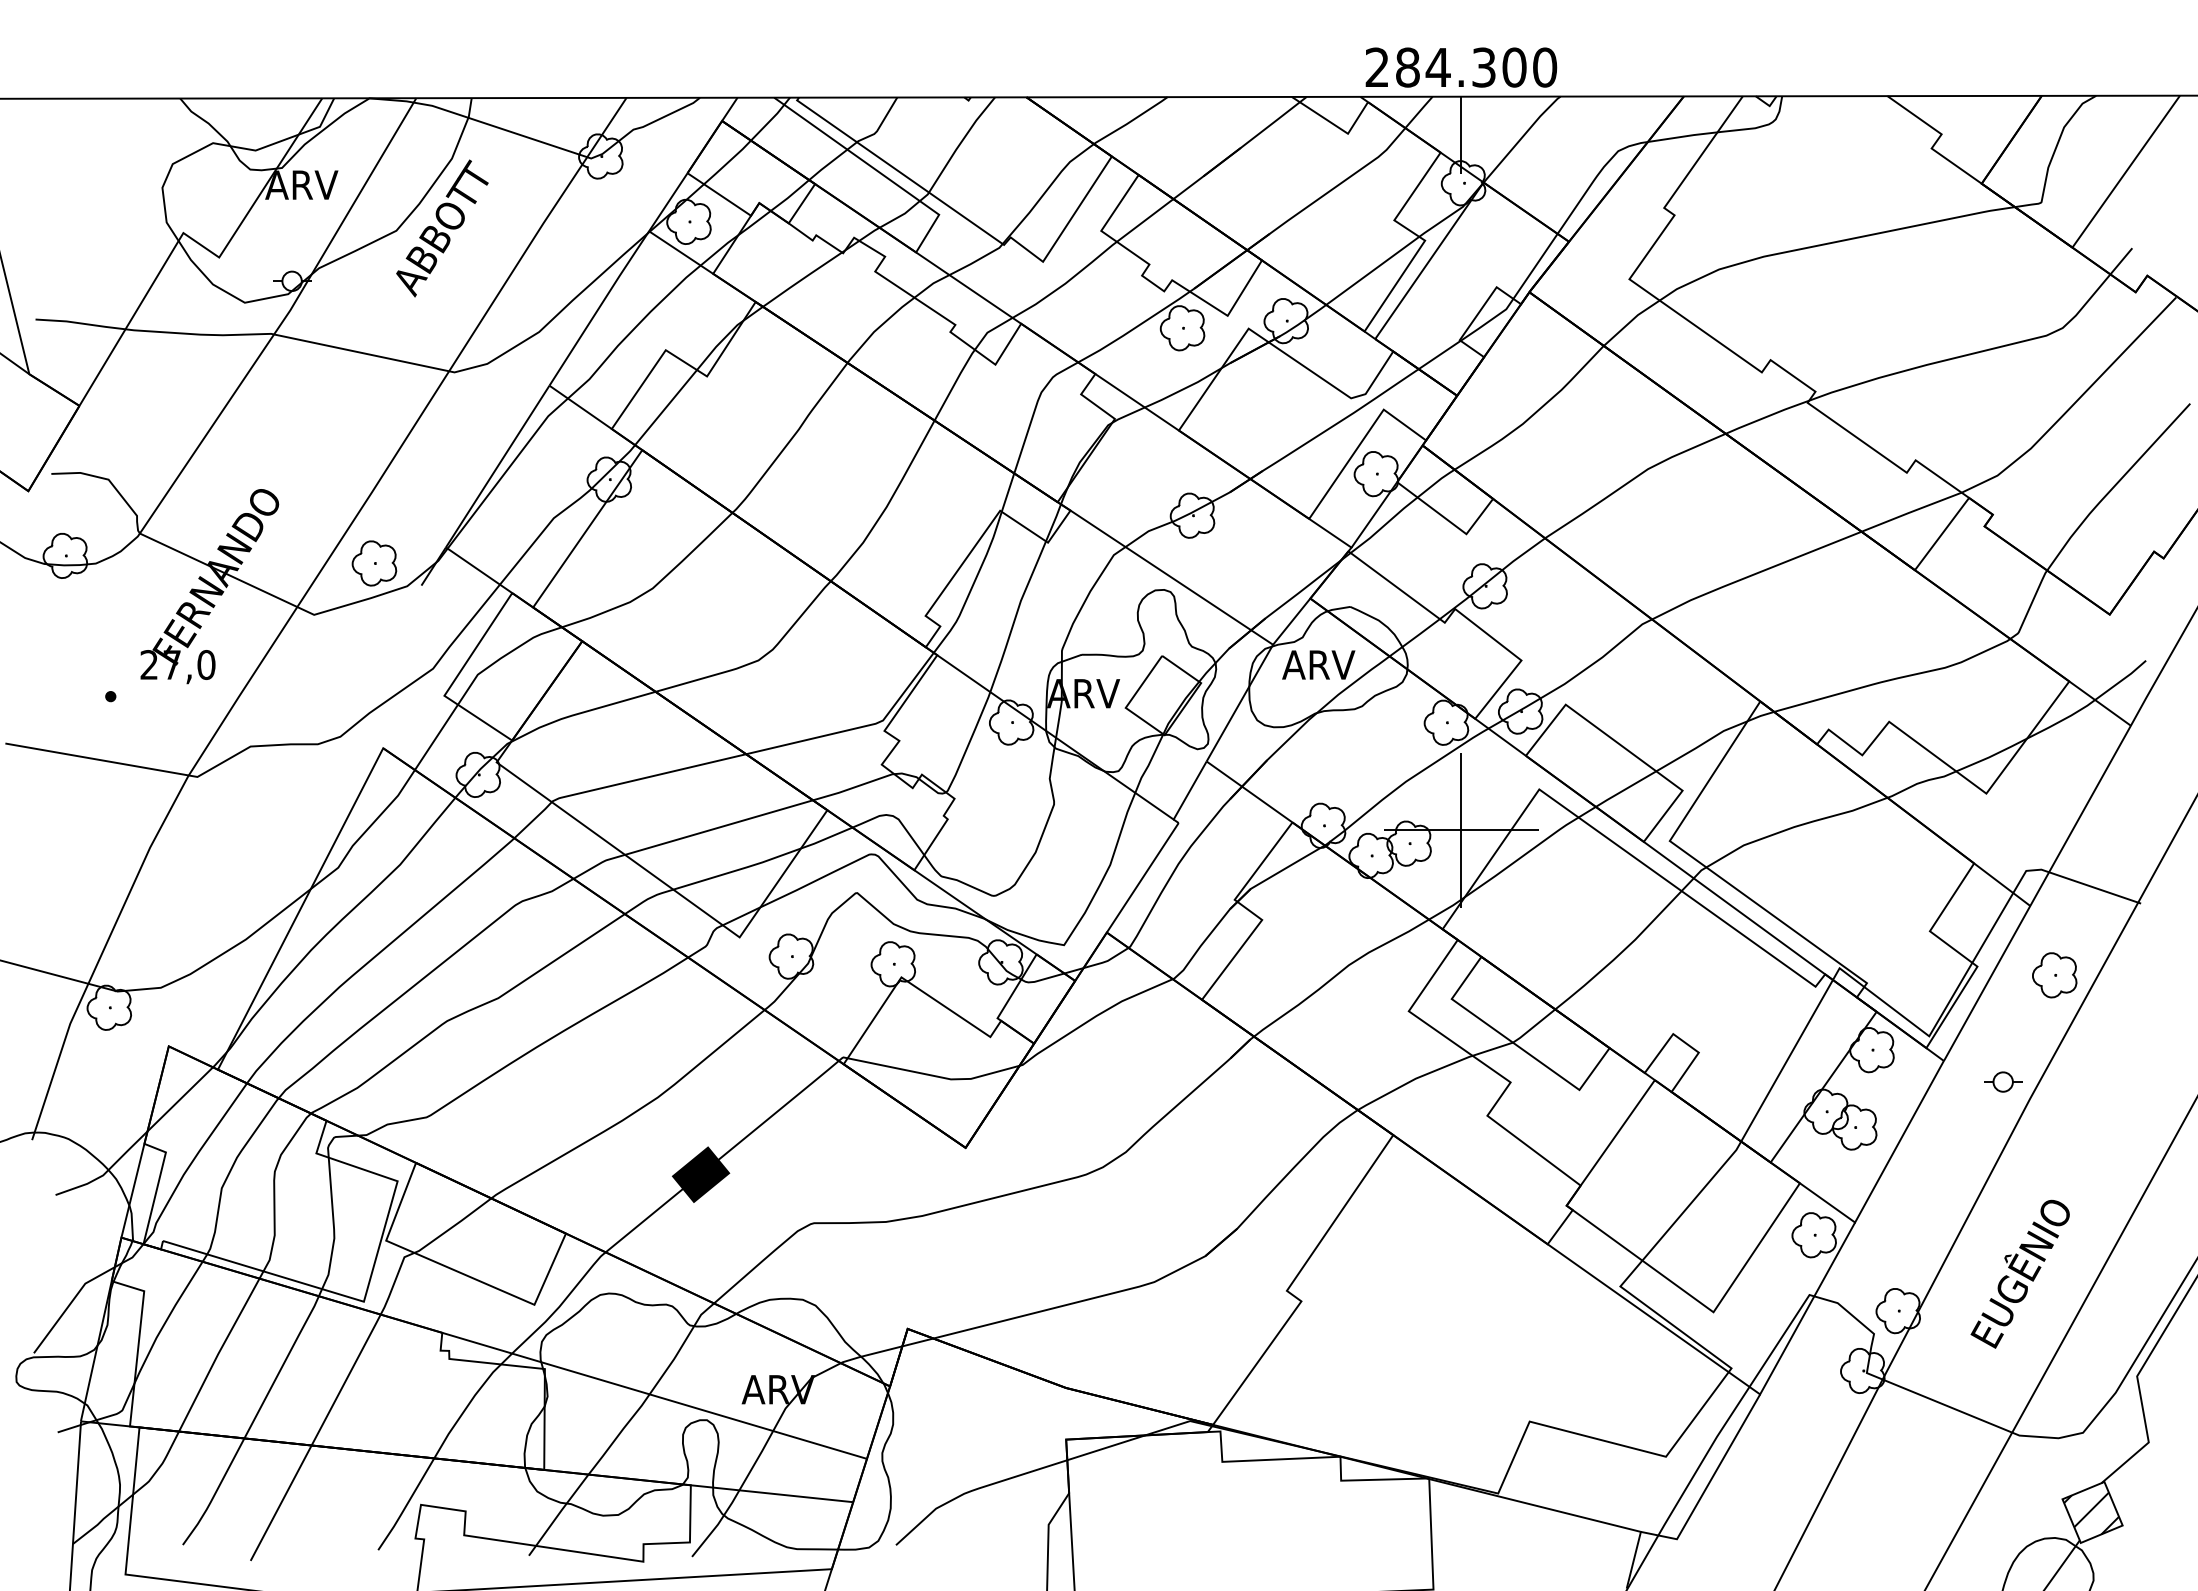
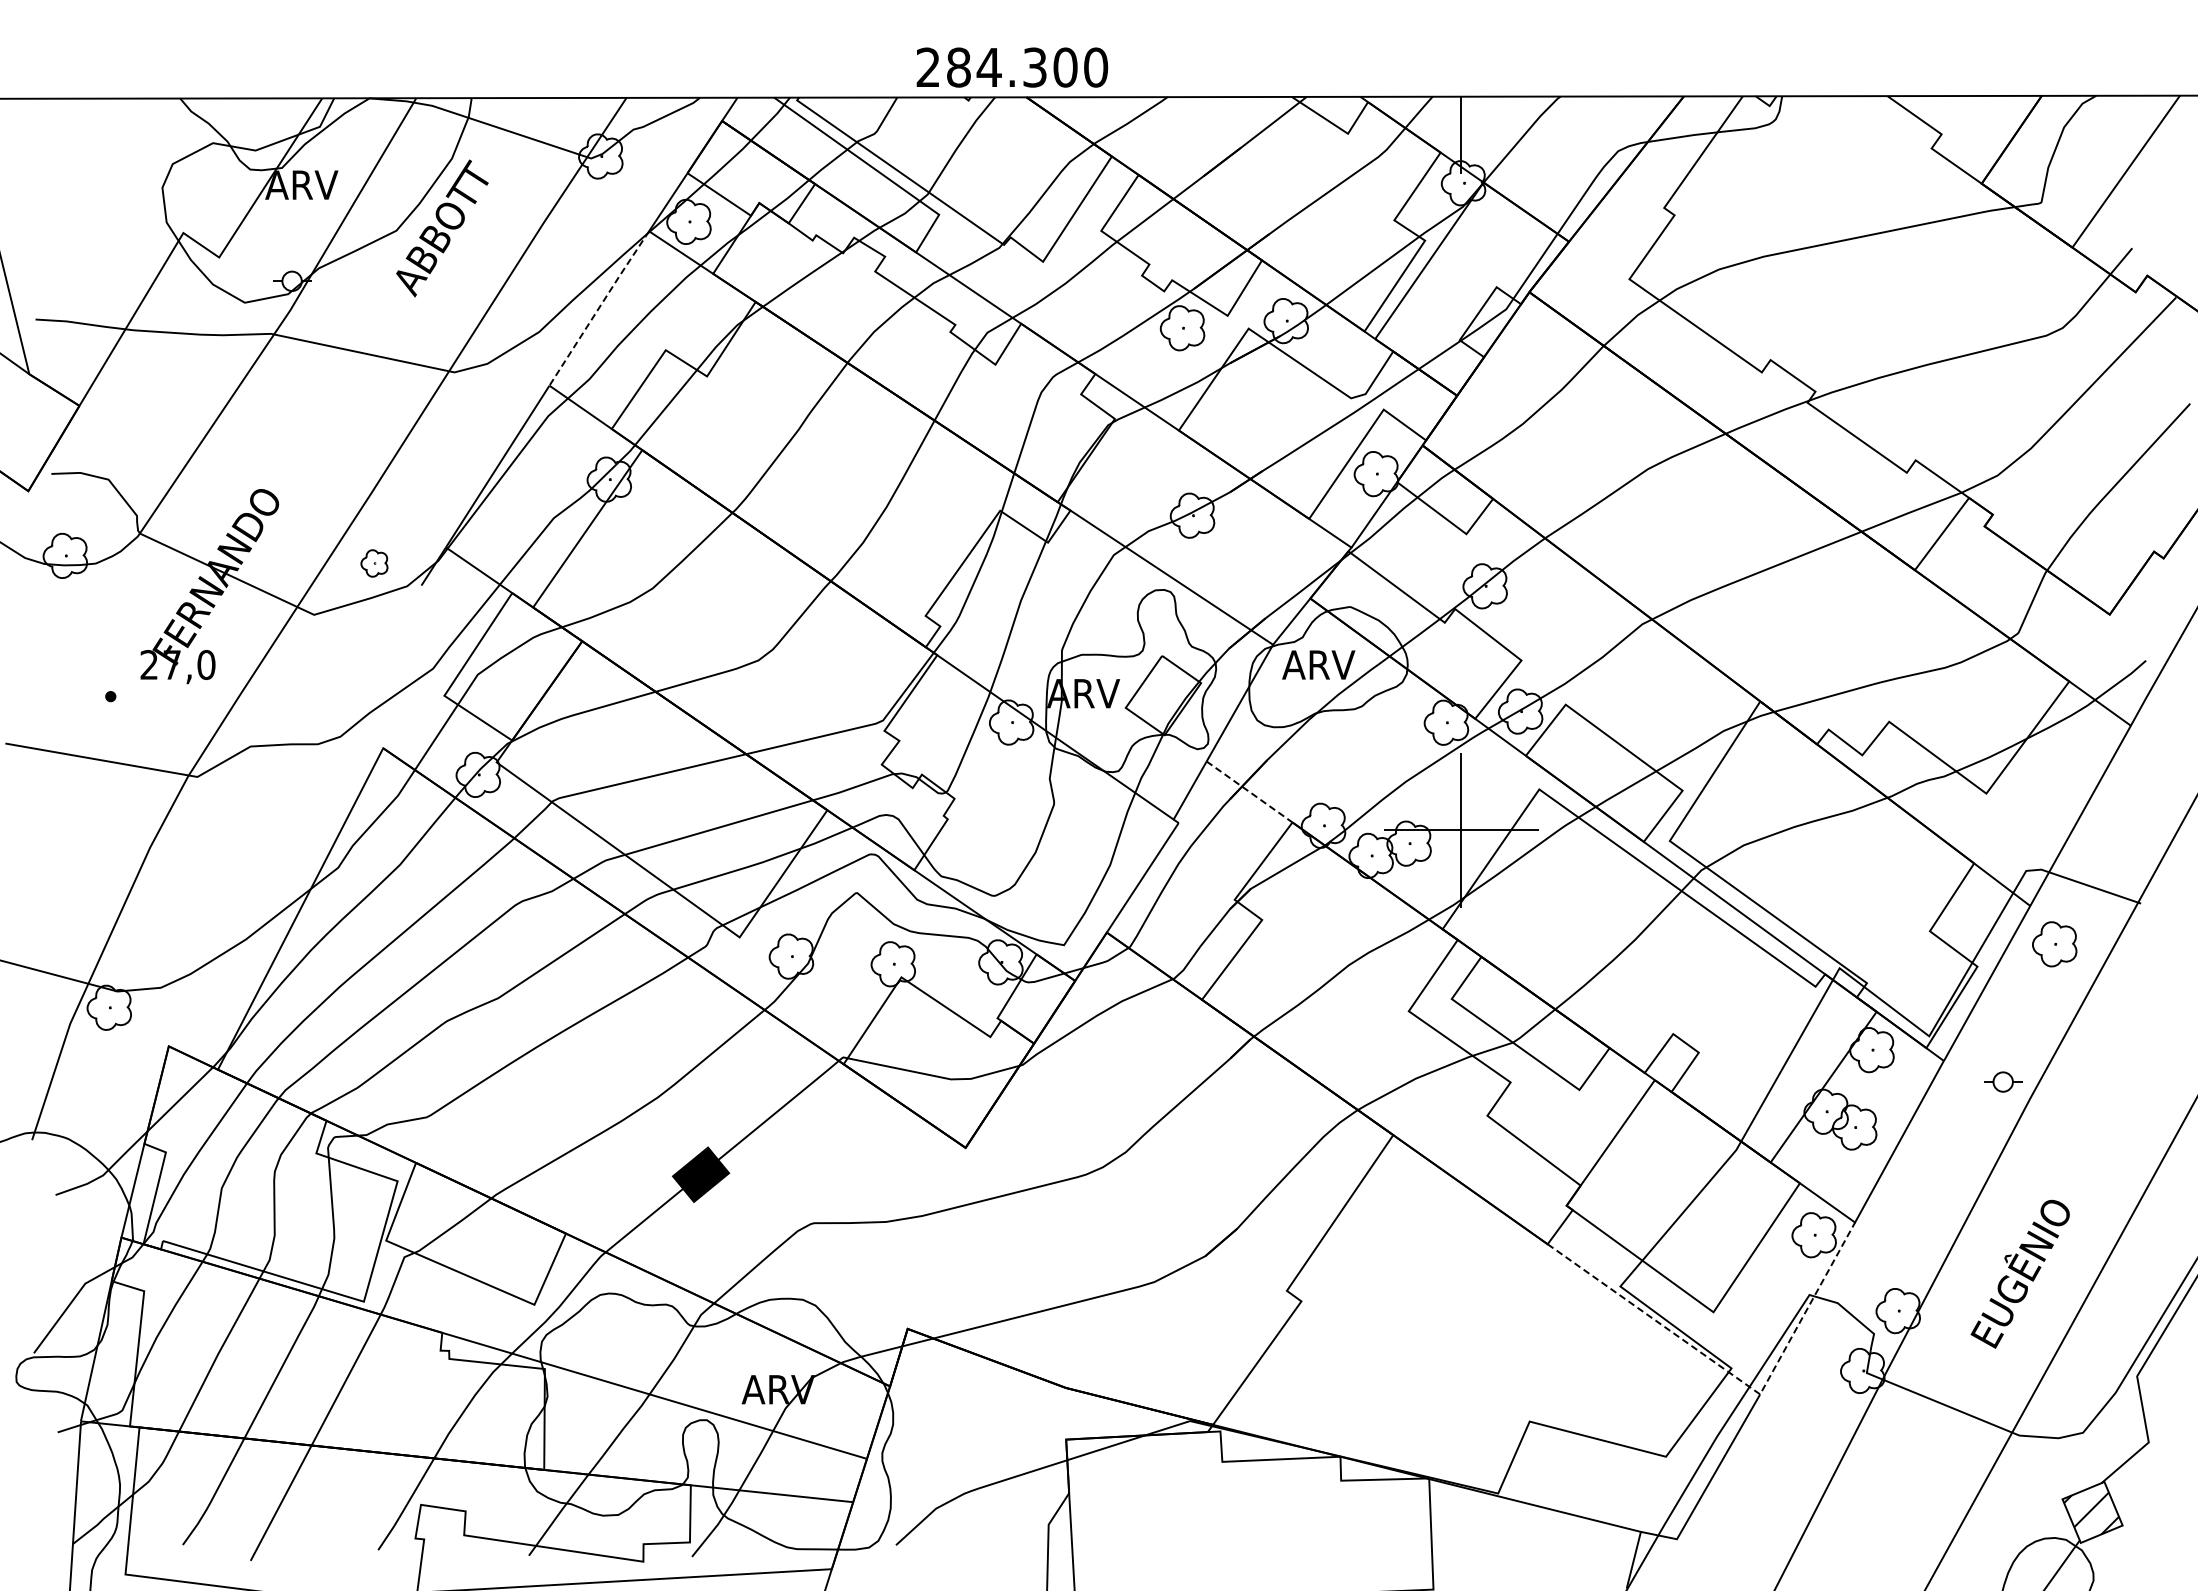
text at (1461, 67) position: (1461, 67) -> (1012, 67)
line at (599, 307): solid -> dashed
part at (374, 563) size: 47x47 px -> 29x29 px
line at (1249, 791): solid -> dashed
part at (2054, 975) position: (2054, 975) -> (2054, 944)
line at (1734, 1376): solid -> dashed
